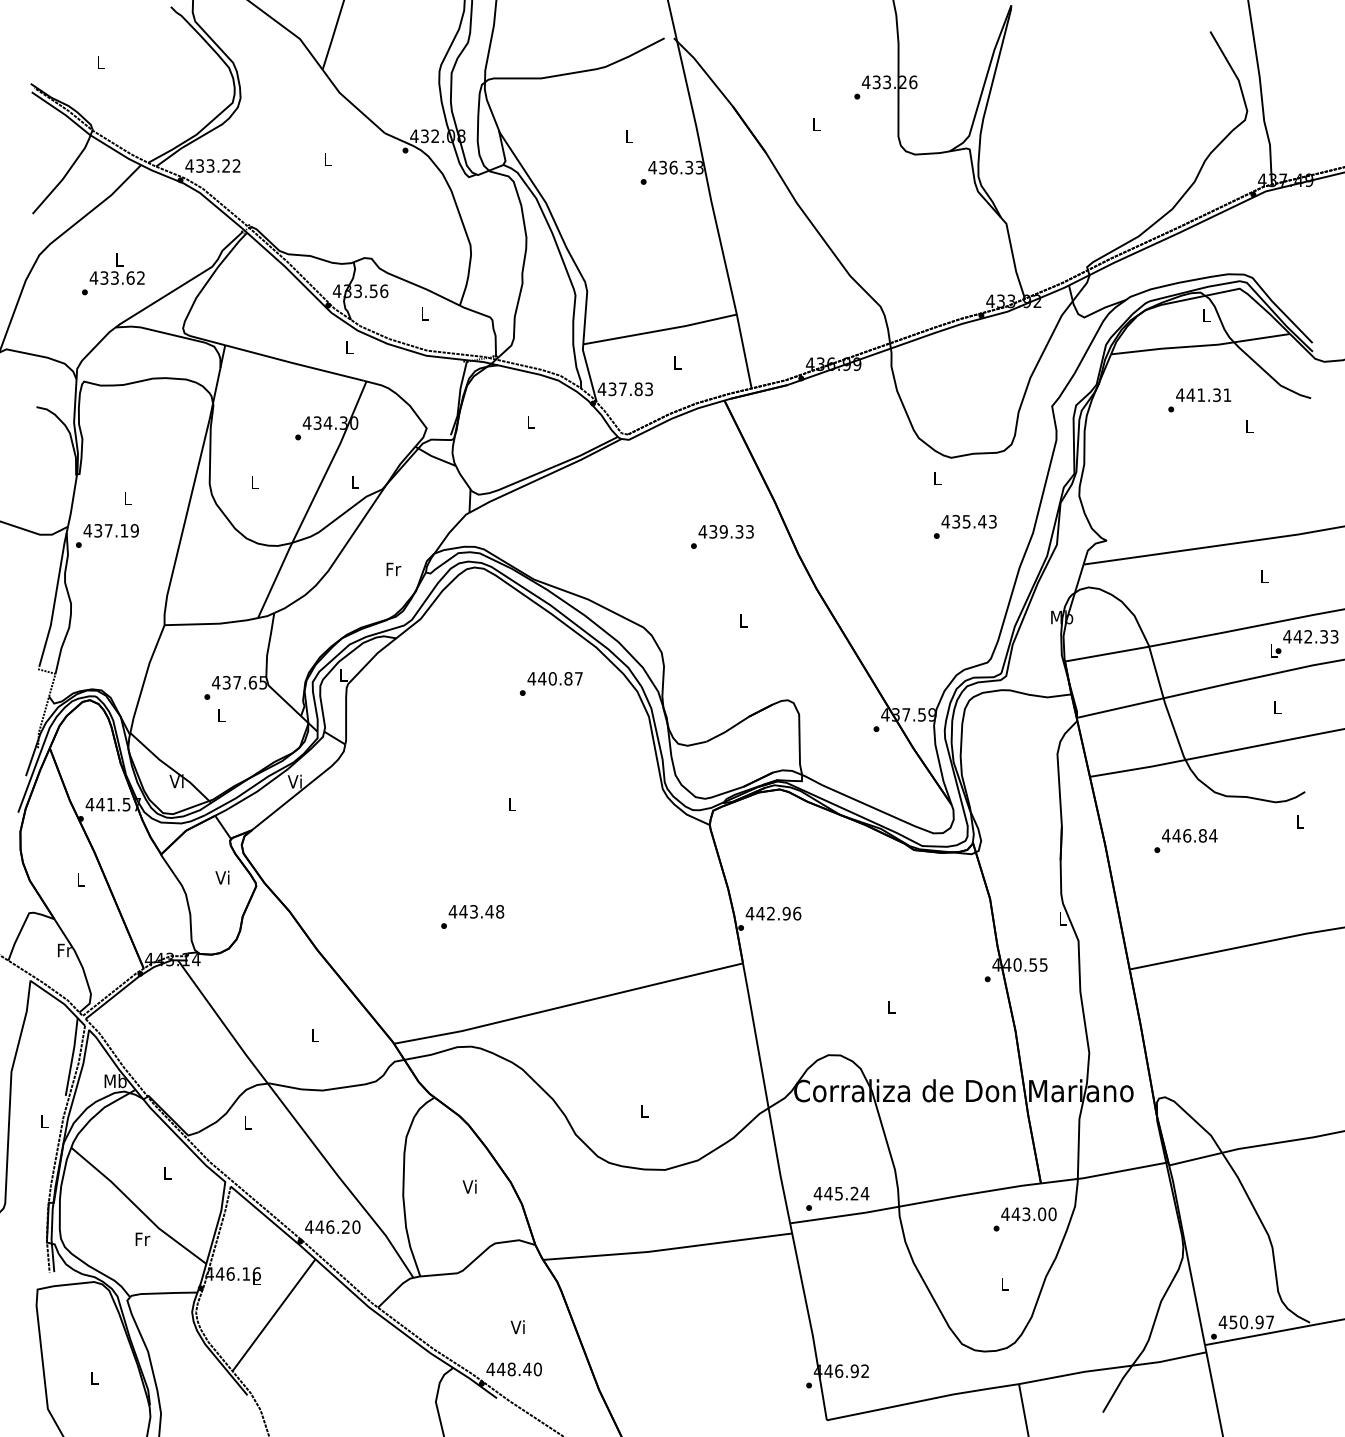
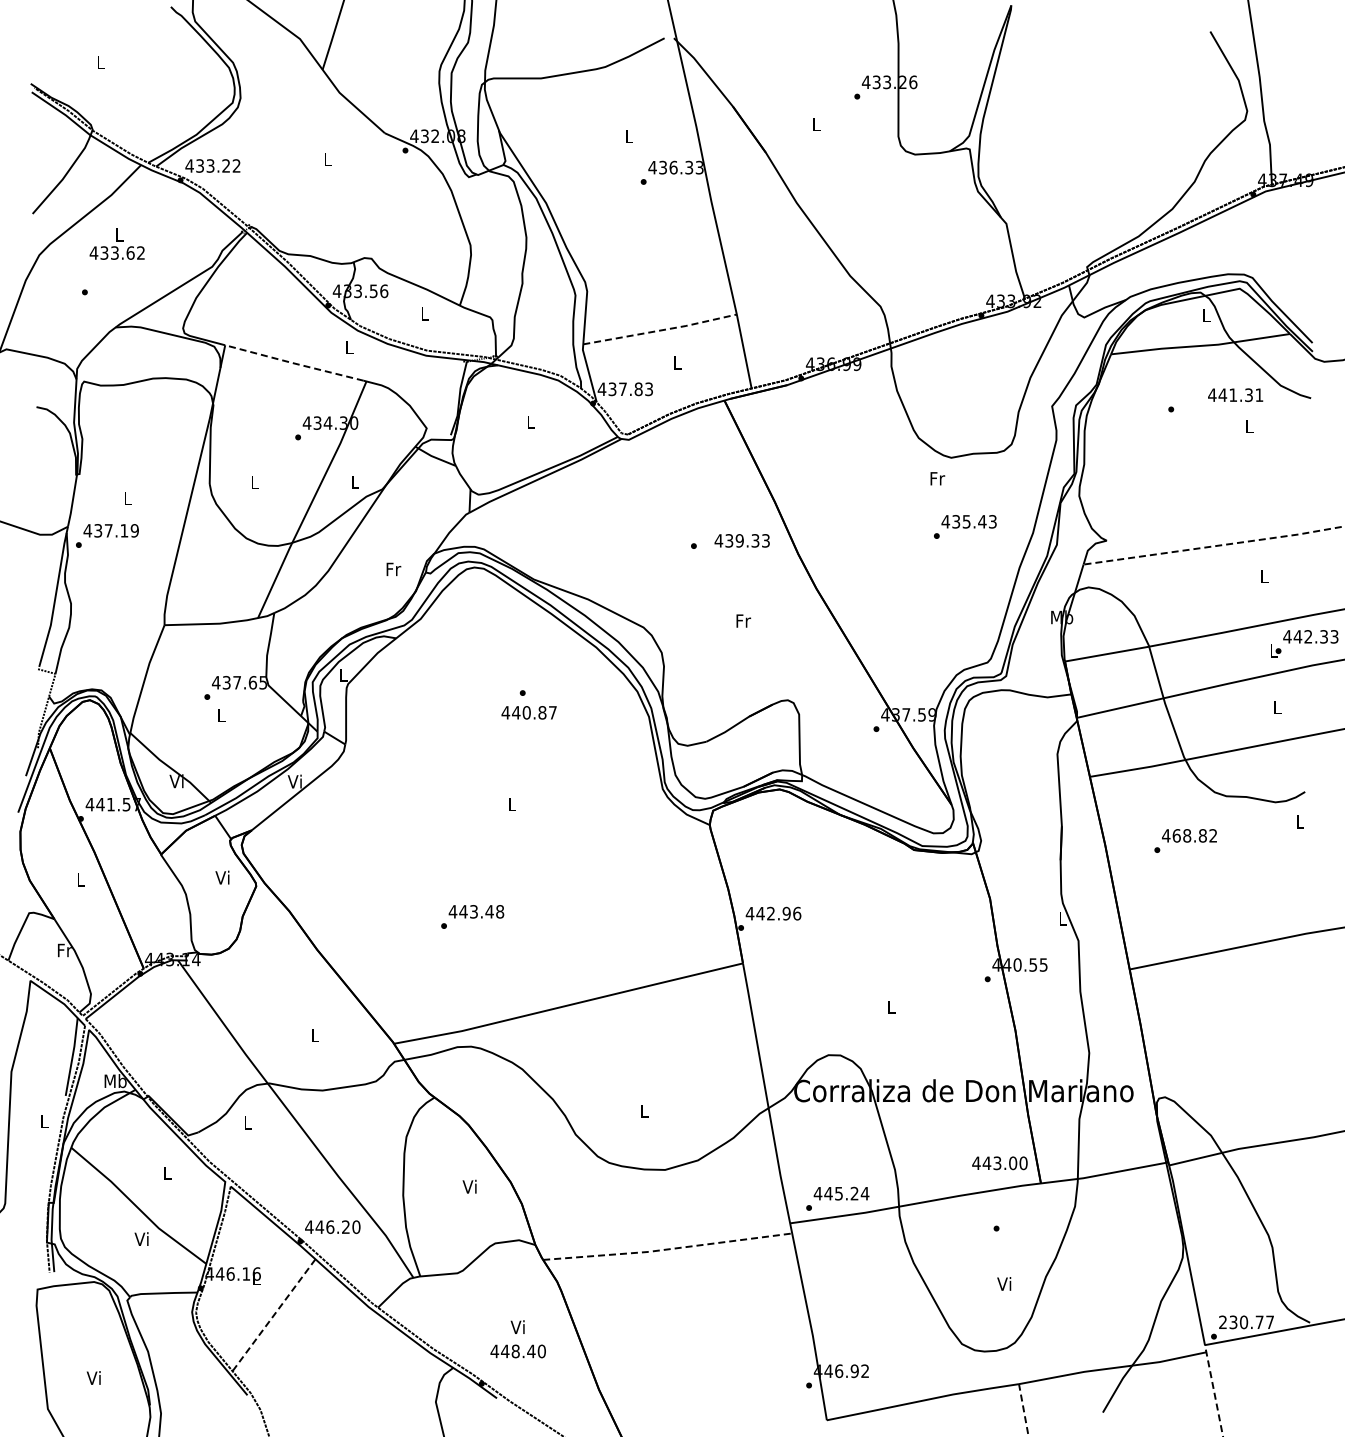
text at (116, 268) position: (116, 268) -> (116, 243)
line at (661, 330): solid -> dashed
line at (293, 363): solid -> dashed
text at (1203, 394) position: (1203, 394) -> (1235, 394)
text at (937, 478): L -> Fr
text at (725, 531) position: (725, 531) -> (741, 540)
line at (1214, 546): solid -> dashed
text at (743, 620): L -> Fr
text at (554, 678) position: (554, 678) -> (528, 712)
text at (1194, 835): 446.84 -> 468.82
text at (1028, 1214) position: (1028, 1214) -> (999, 1163)
text at (142, 1238): Fr -> Vi
line at (667, 1249): solid -> dashed
text at (1004, 1283): L -> Vi
line at (274, 1315): solid -> dashed
text at (1240, 1322): 450.97 -> 230.77
text at (513, 1369) position: (513, 1369) -> (517, 1351)
text at (93, 1377): L -> Vi
line at (1213, 1390): solid -> dashed
line at (1023, 1410): solid -> dashed
